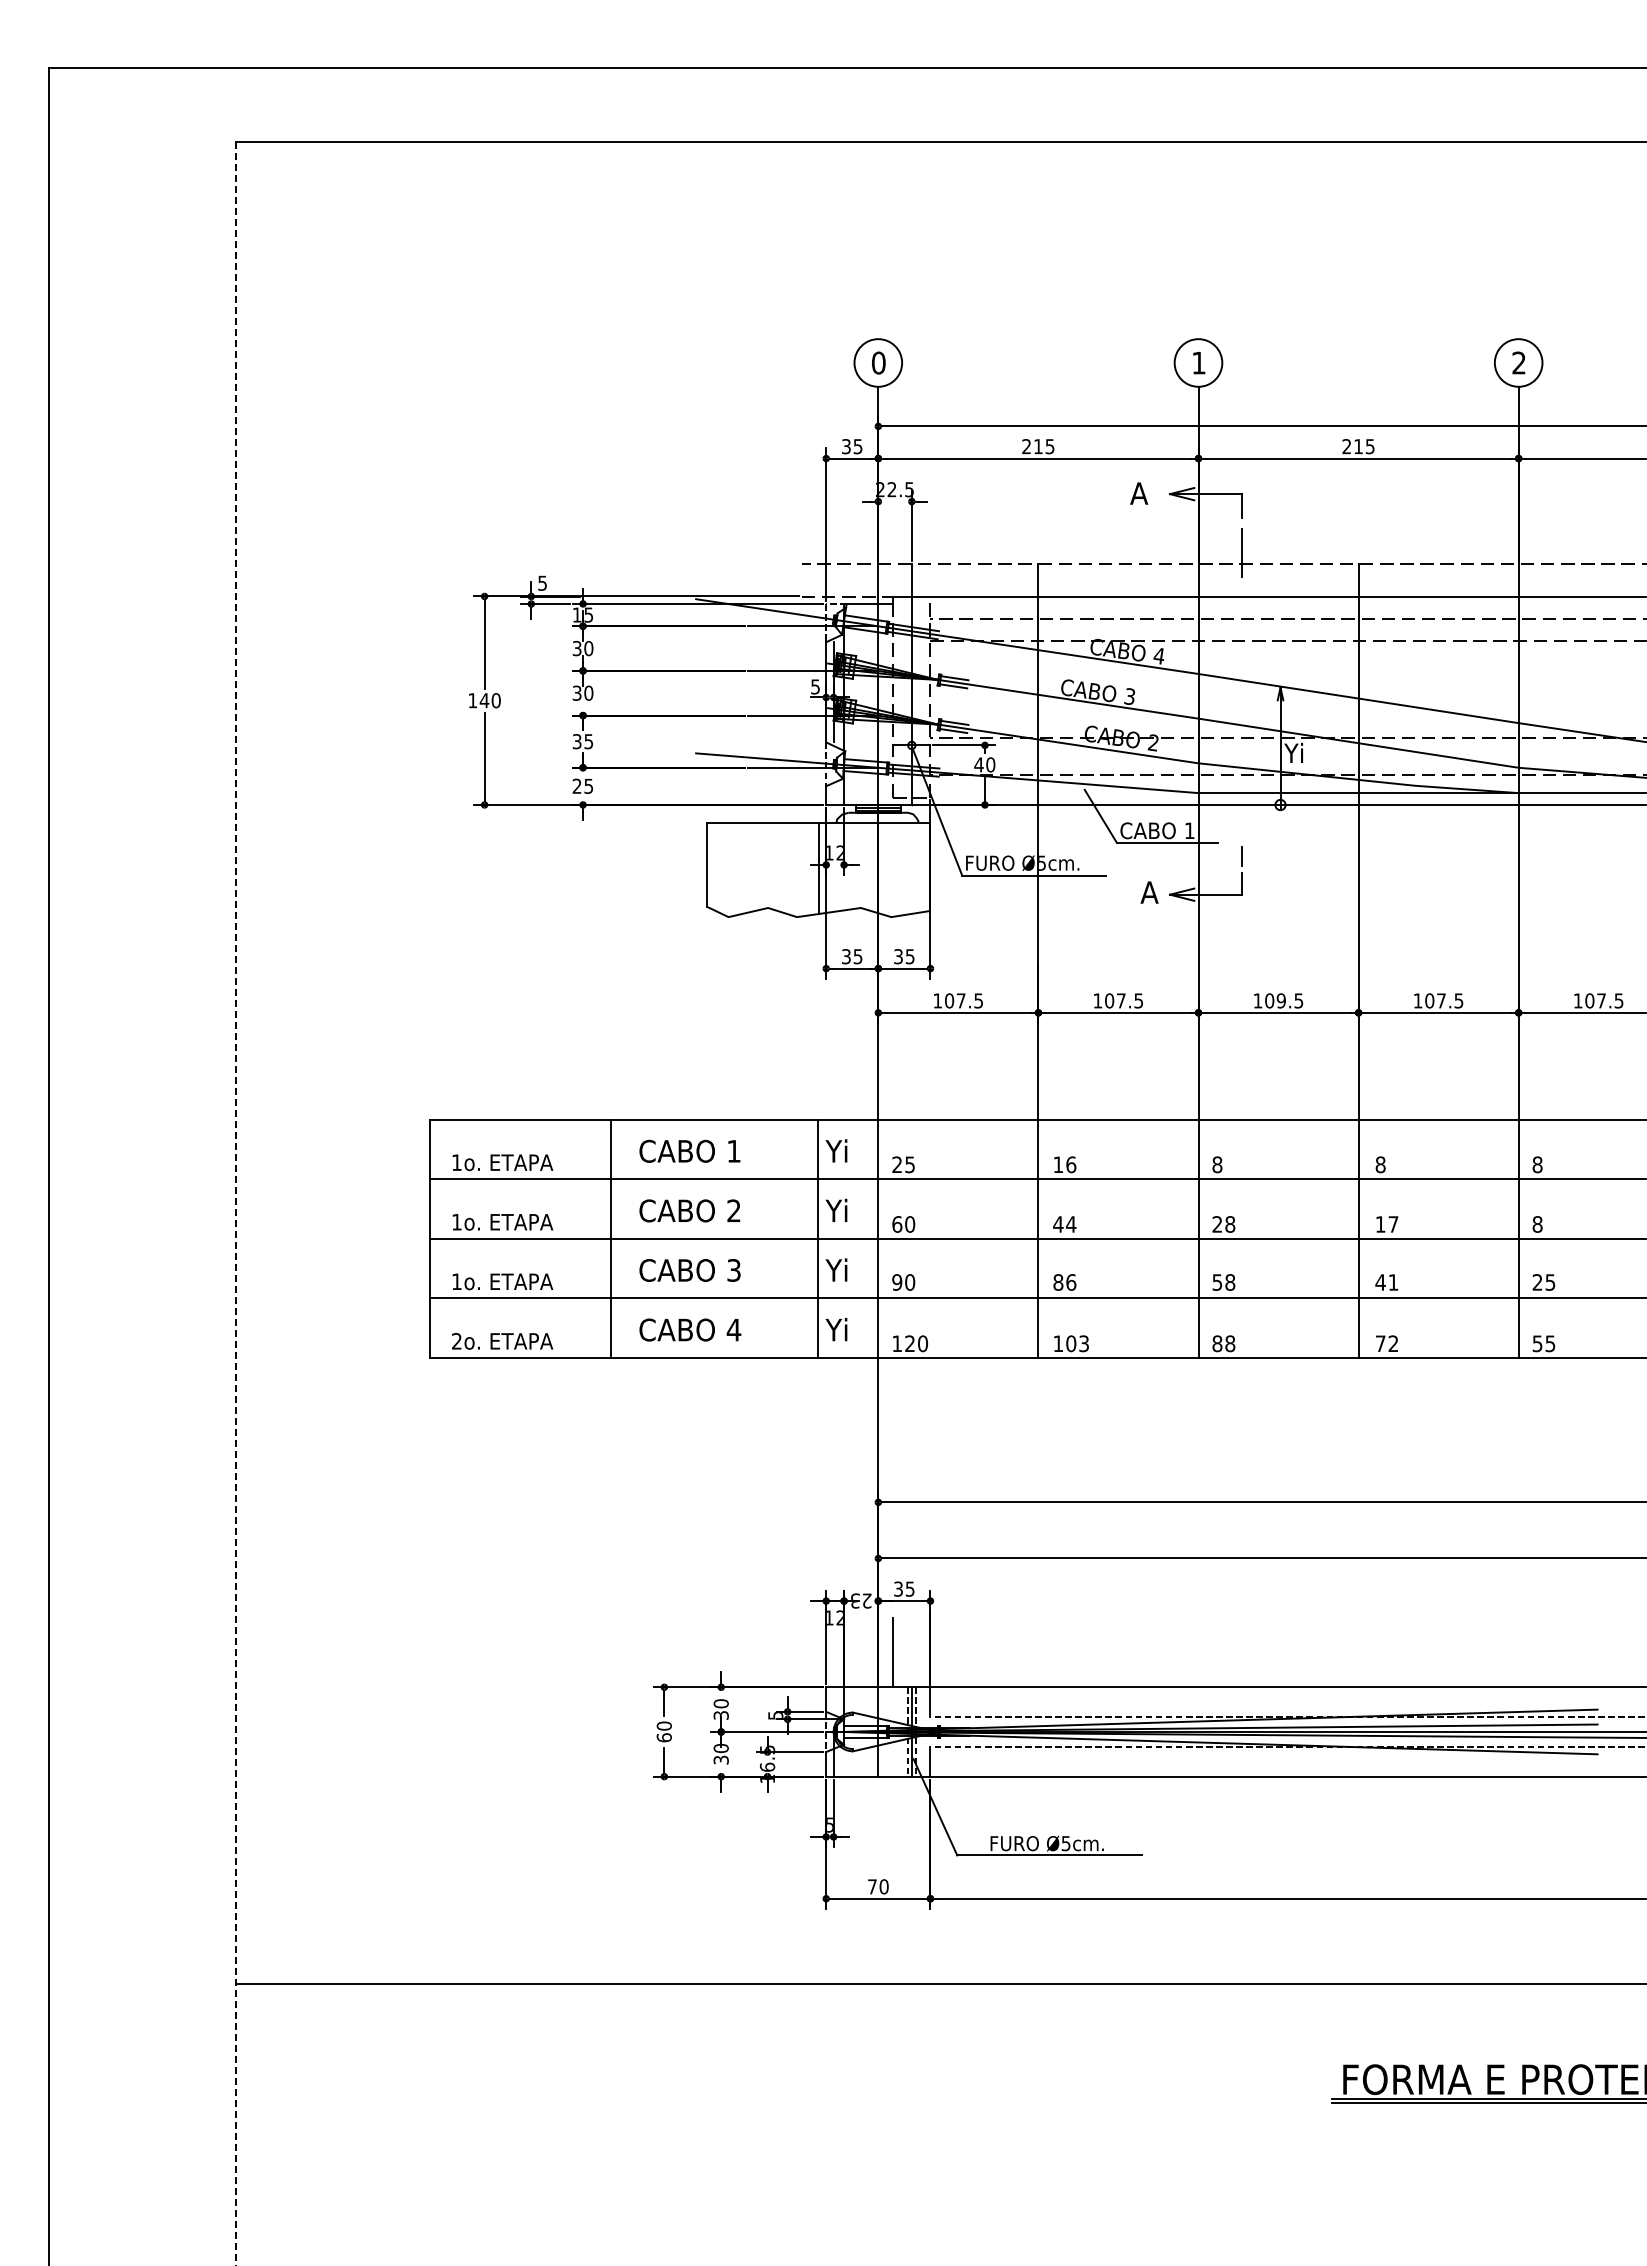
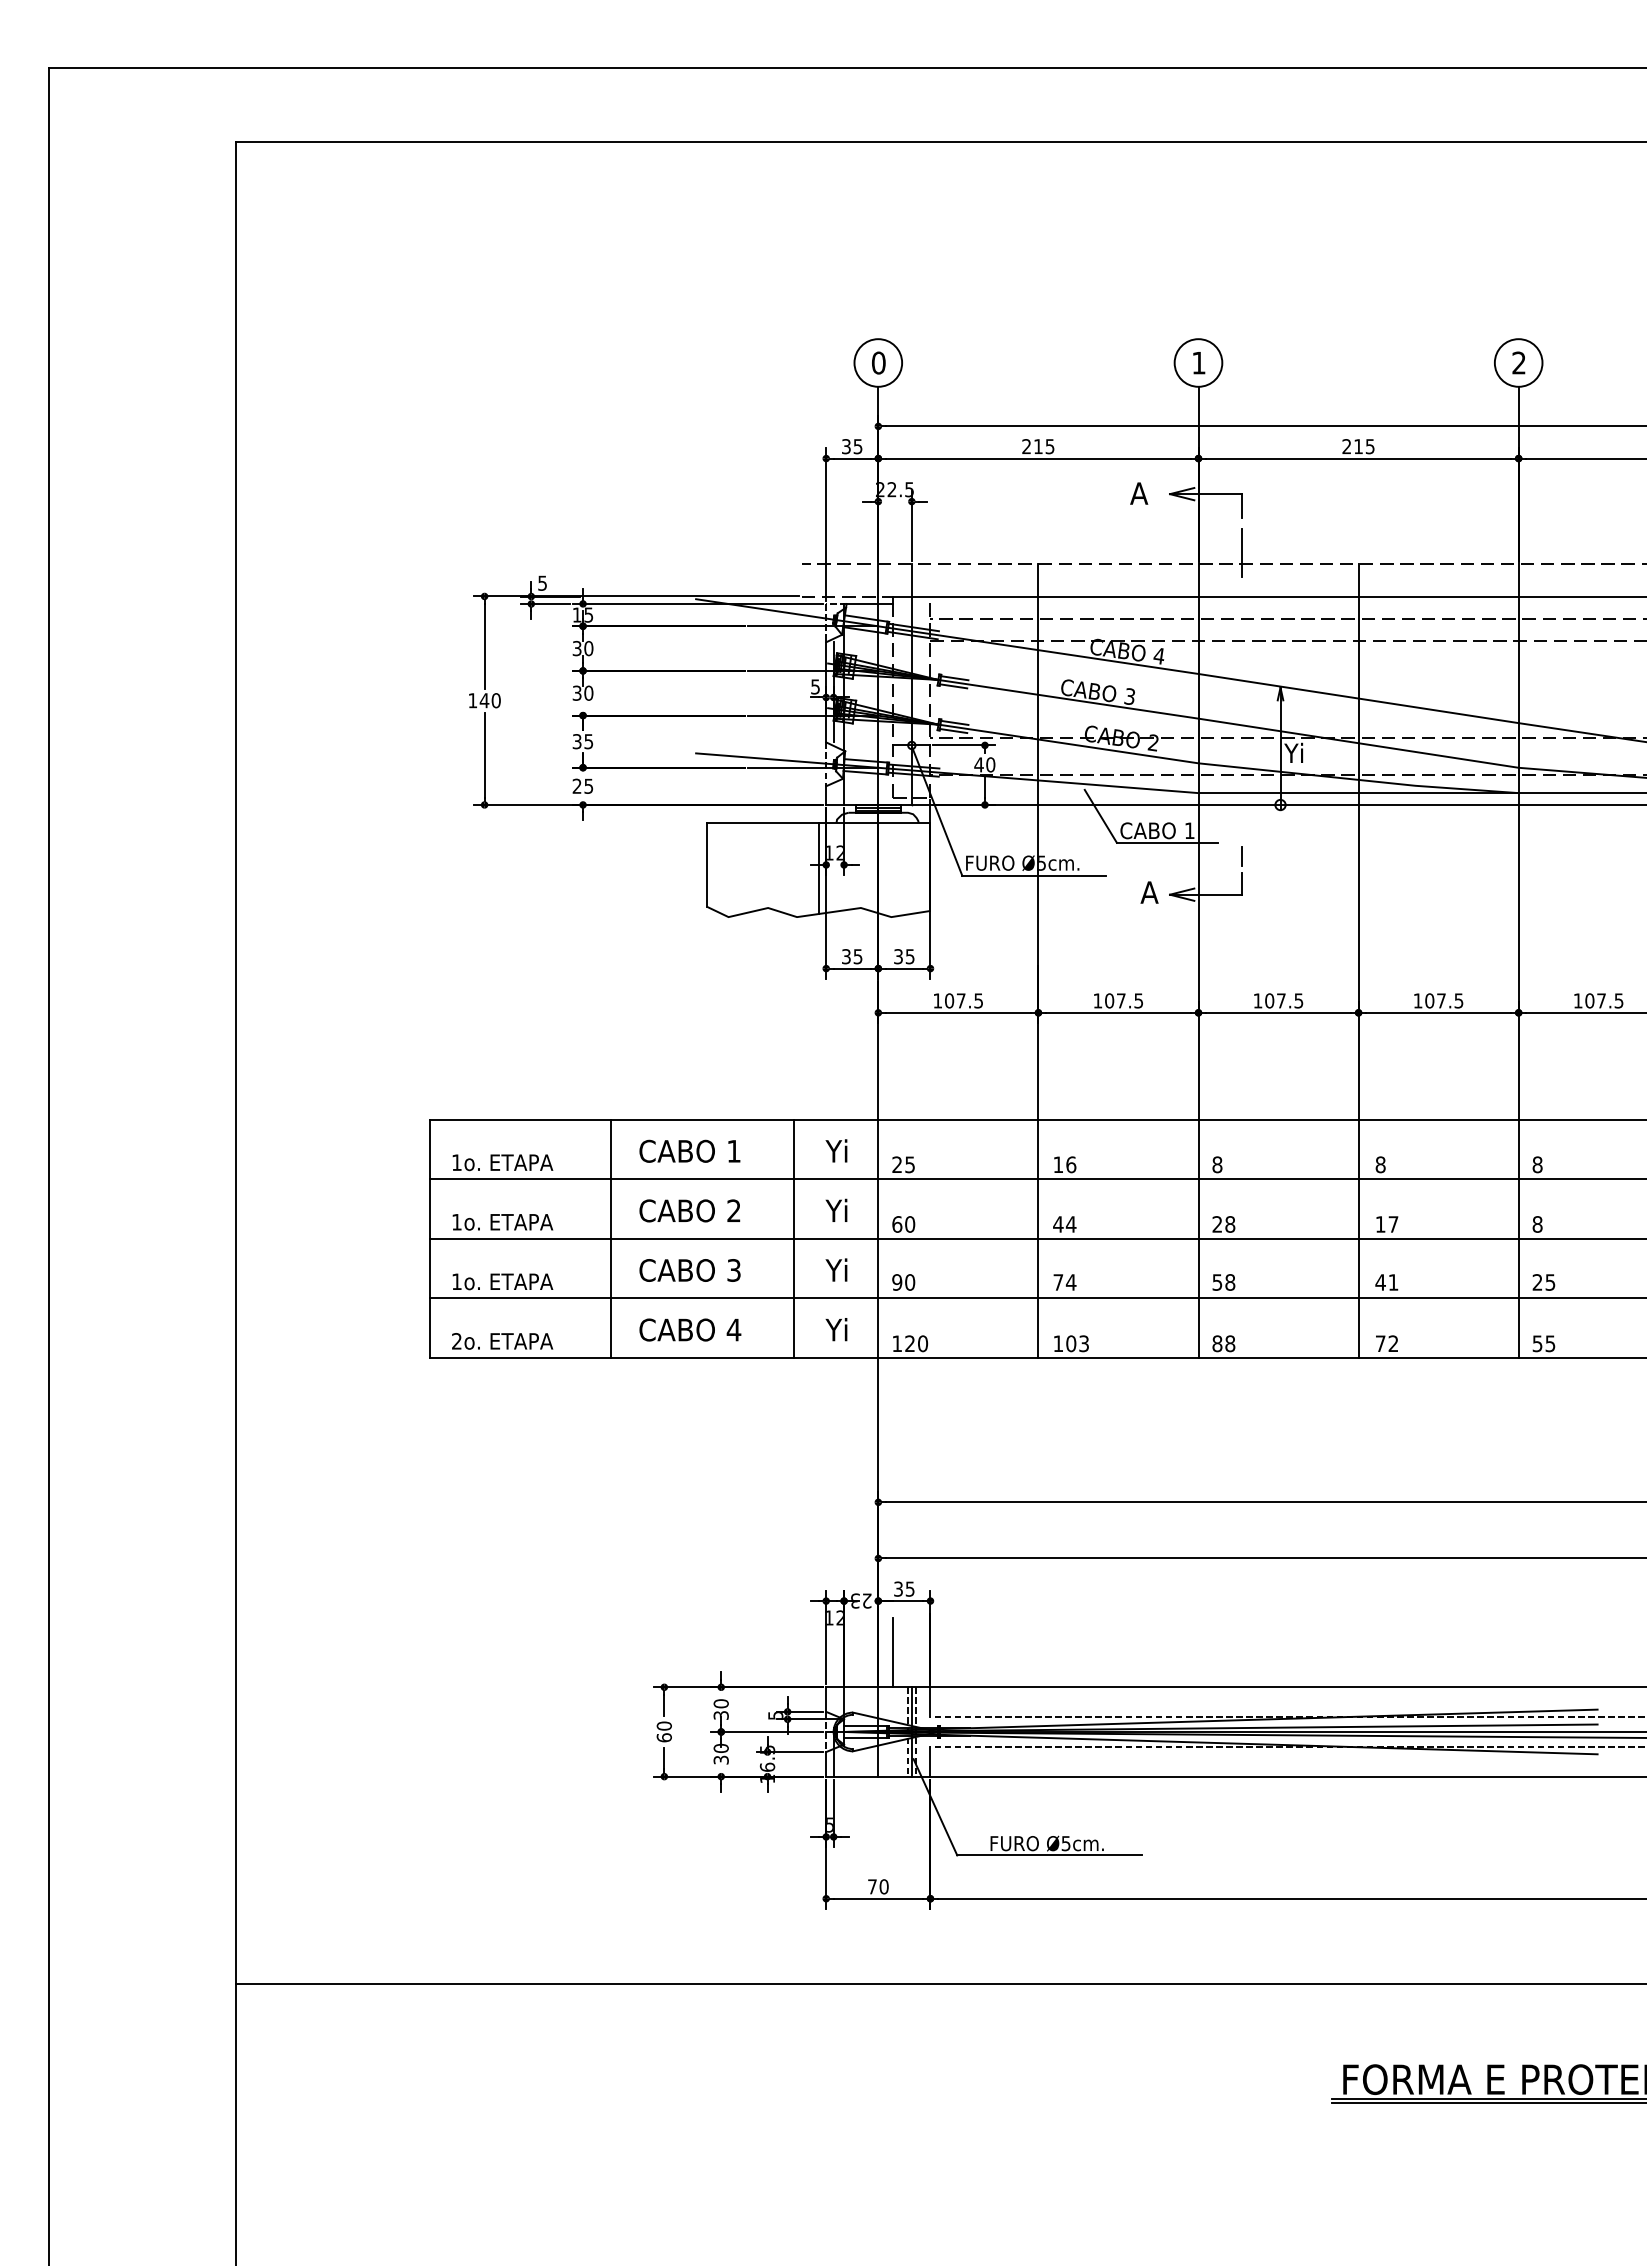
text at (1280, 1000): 109.5 -> 107.5
line at (235, 1204): dashed -> solid
line at (817, 1238) position: (817, 1238) -> (793, 1238)
text at (1064, 1282): 86 -> 74
